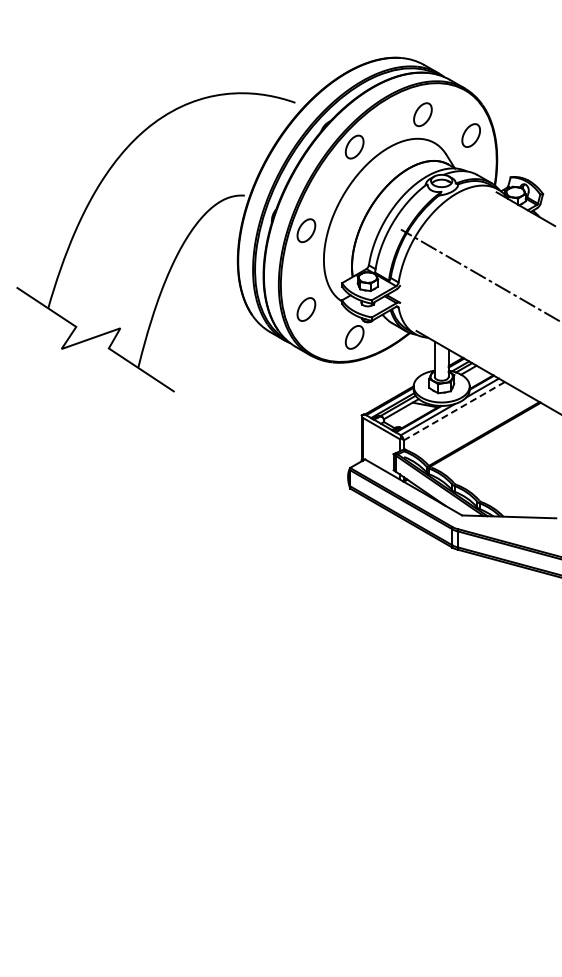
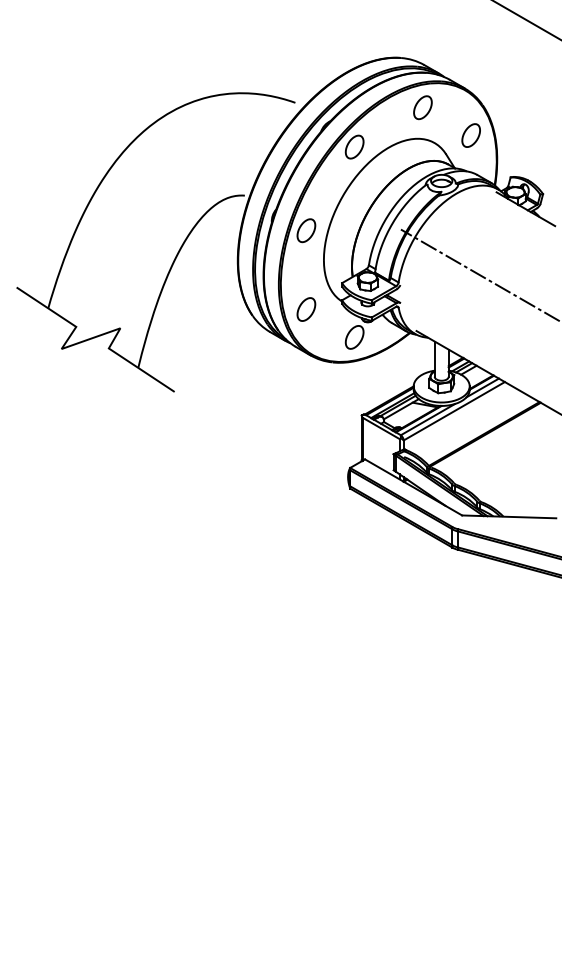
line at (526, 20): none -> present
part at (422, 114) position: (422, 114) -> (422, 107)
line at (454, 411): dashed -> solid
